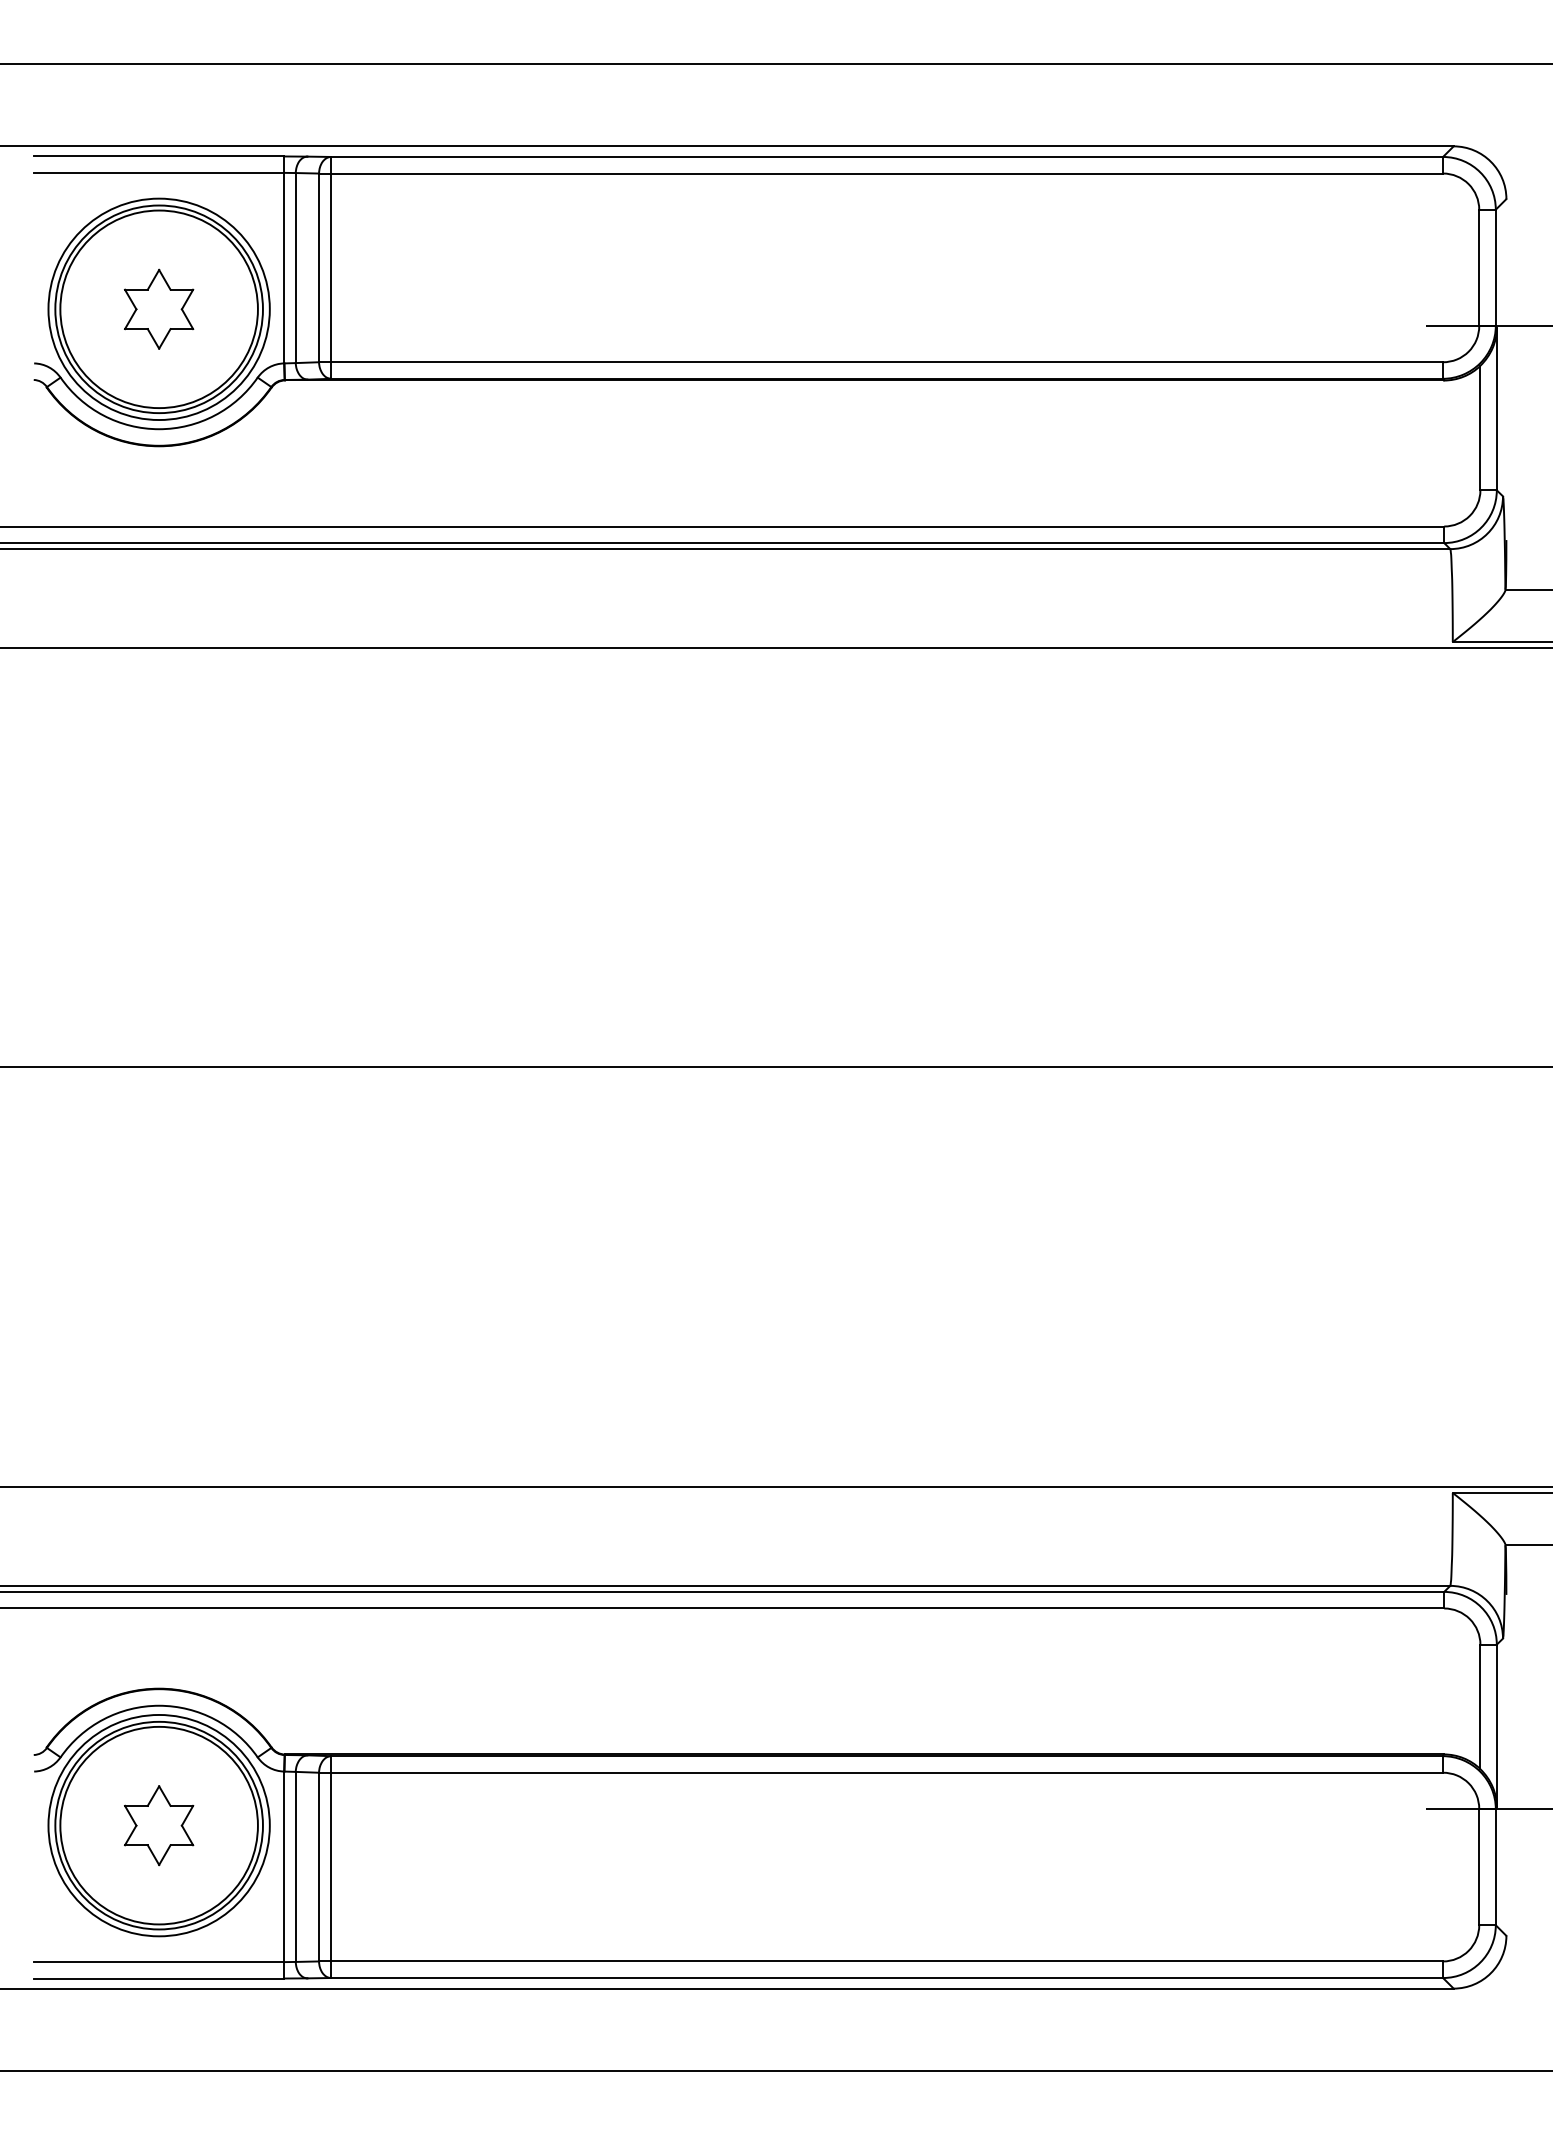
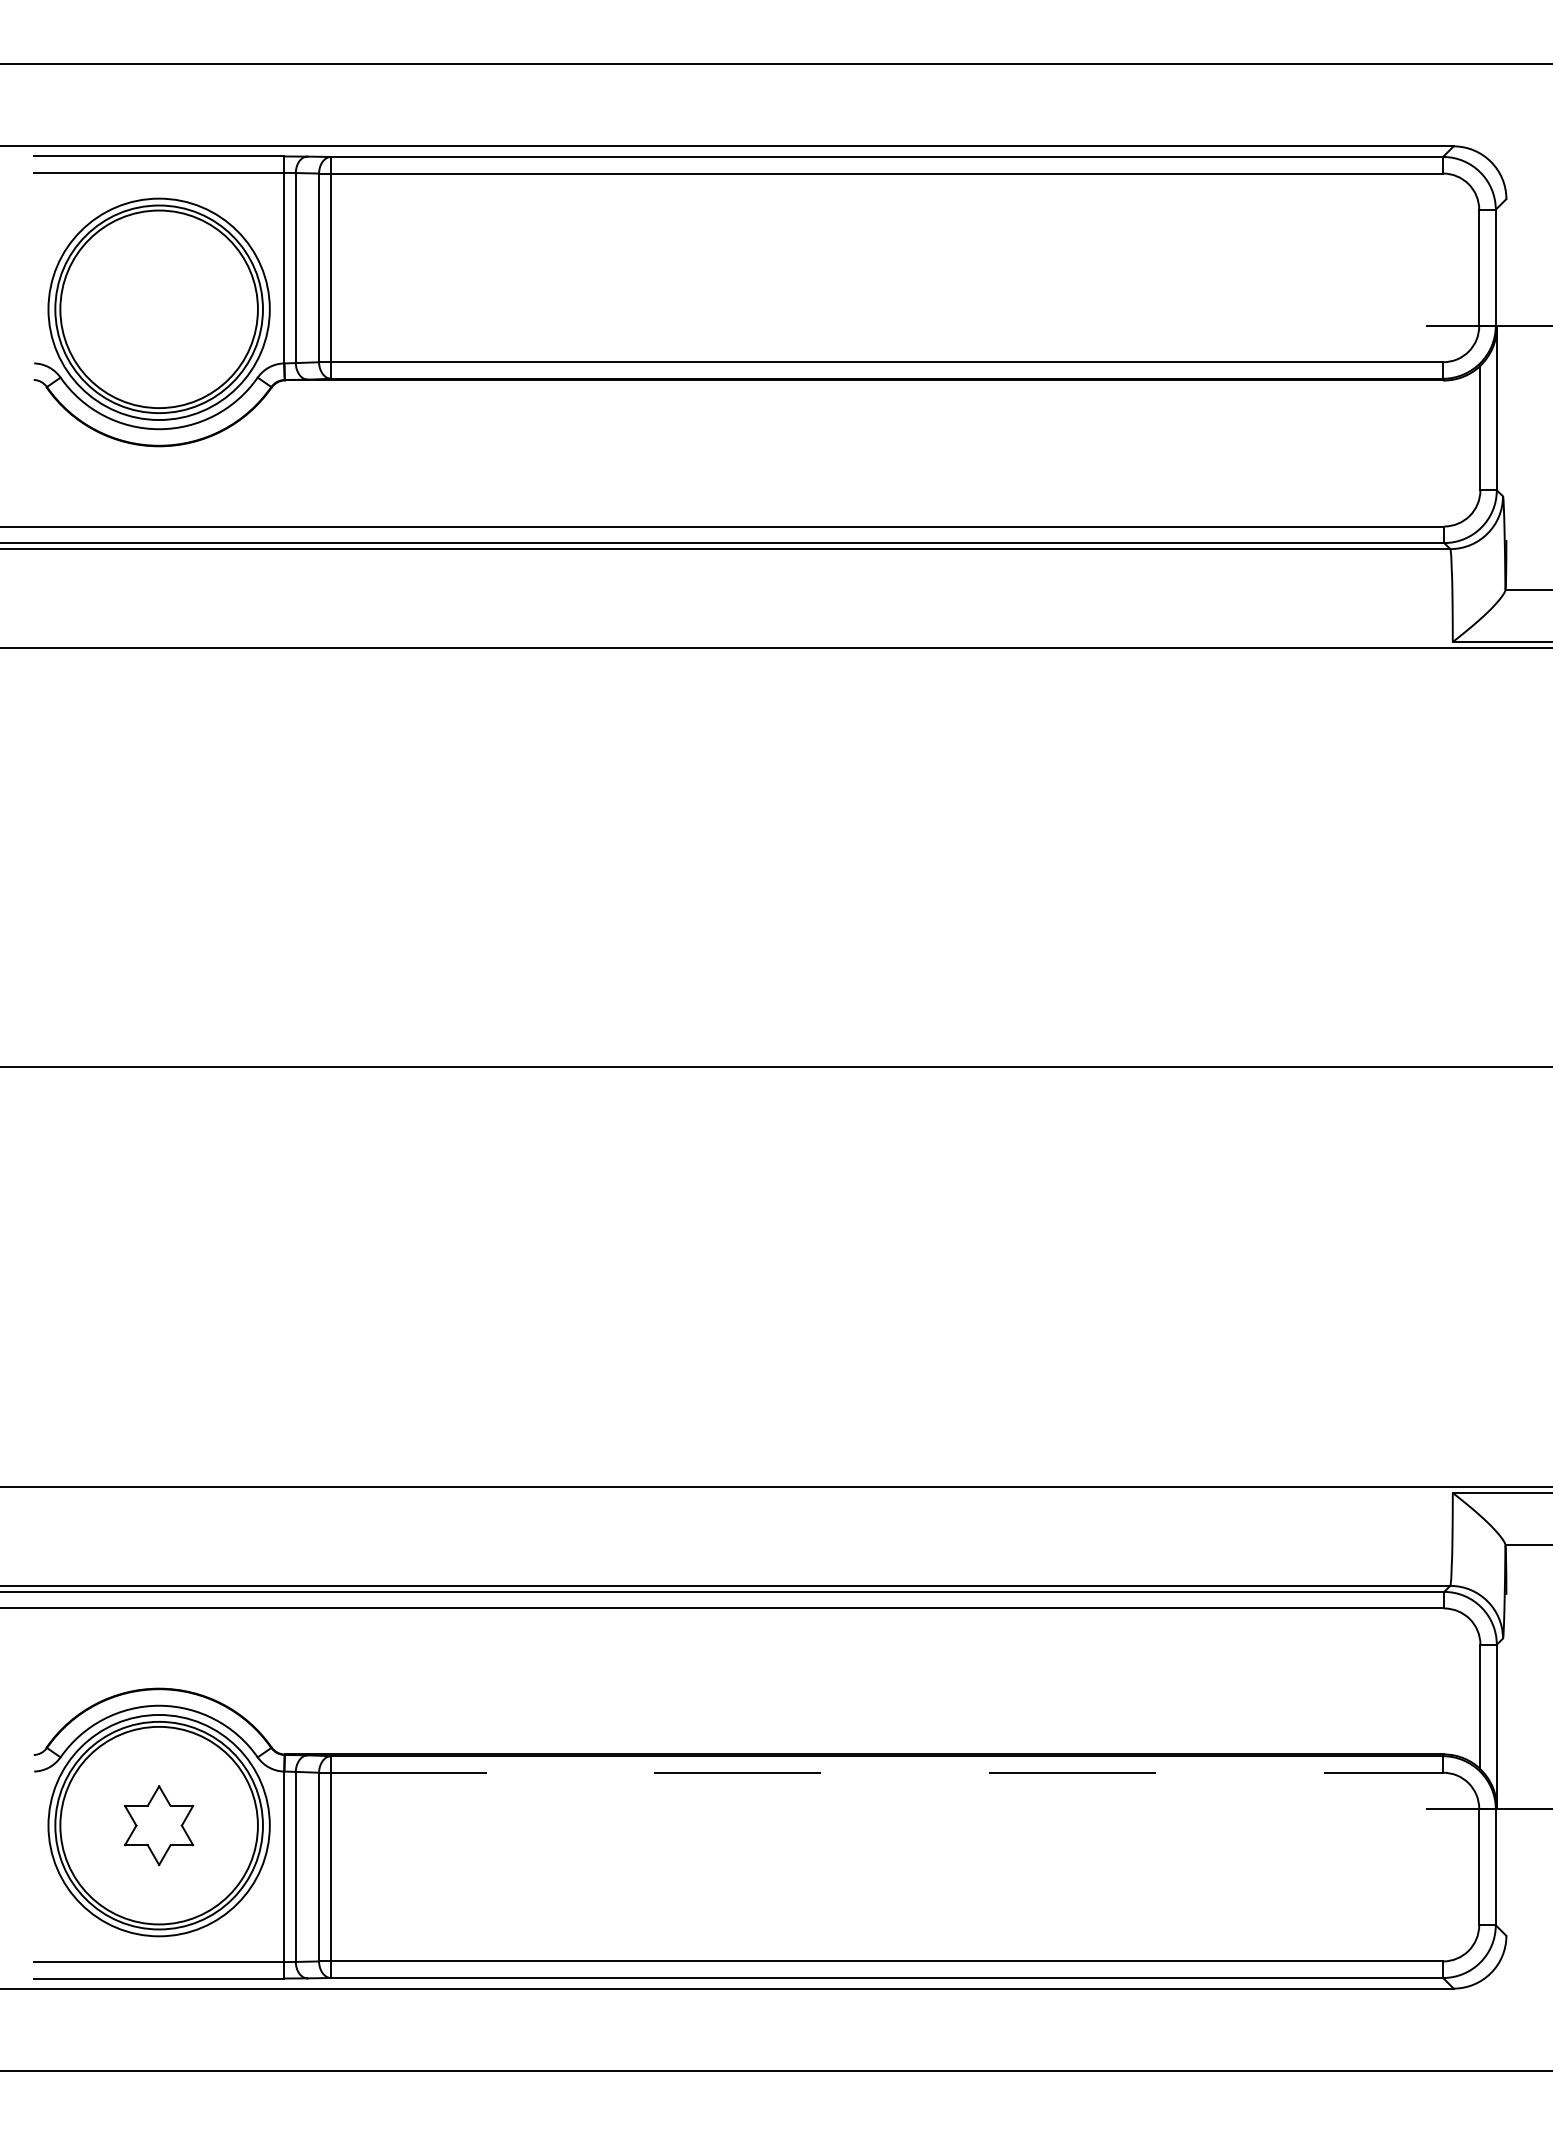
part at (159, 308): present -> none
line at (881, 1772): solid -> dashed
